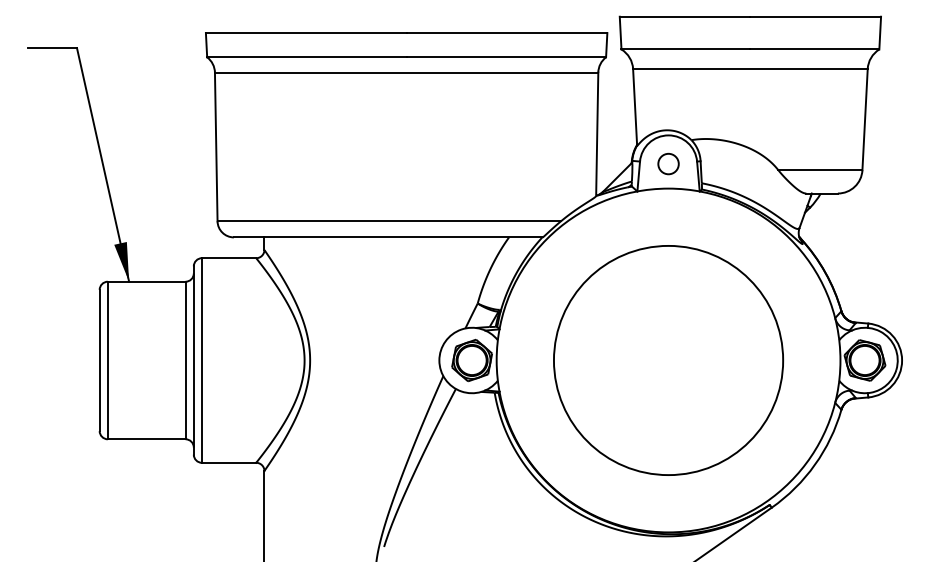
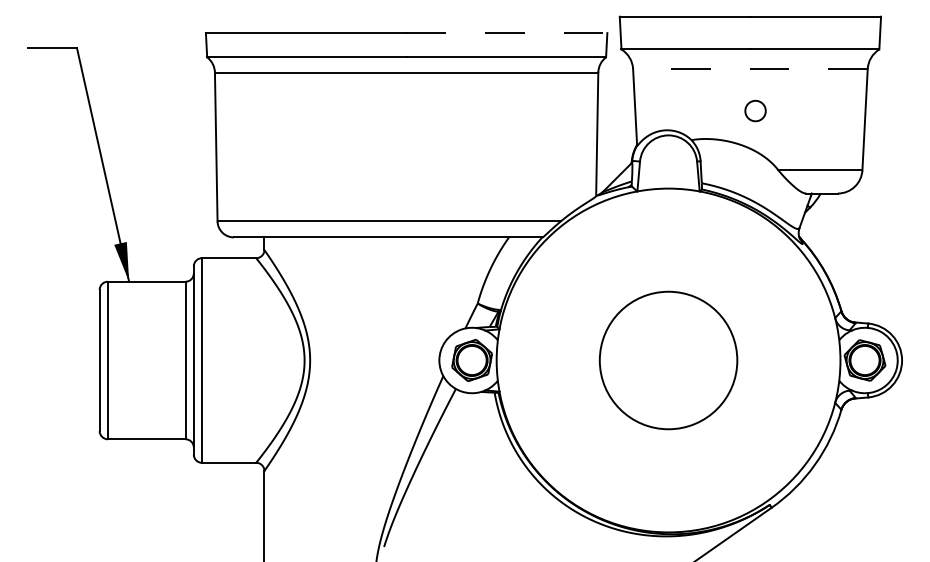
line at (507, 33): solid -> dashed
line at (749, 69): solid -> dashed
circle at (668, 163) position: (668, 163) -> (755, 110)
circle at (668, 360) diameter: 229 px -> 138 px
